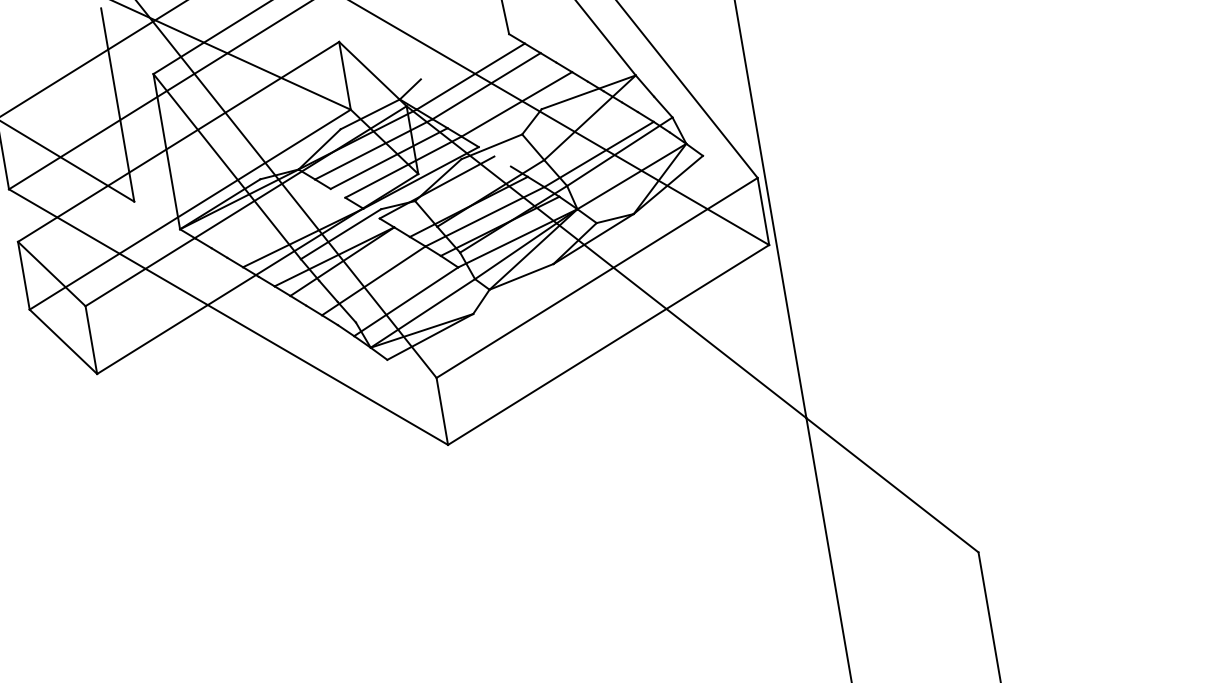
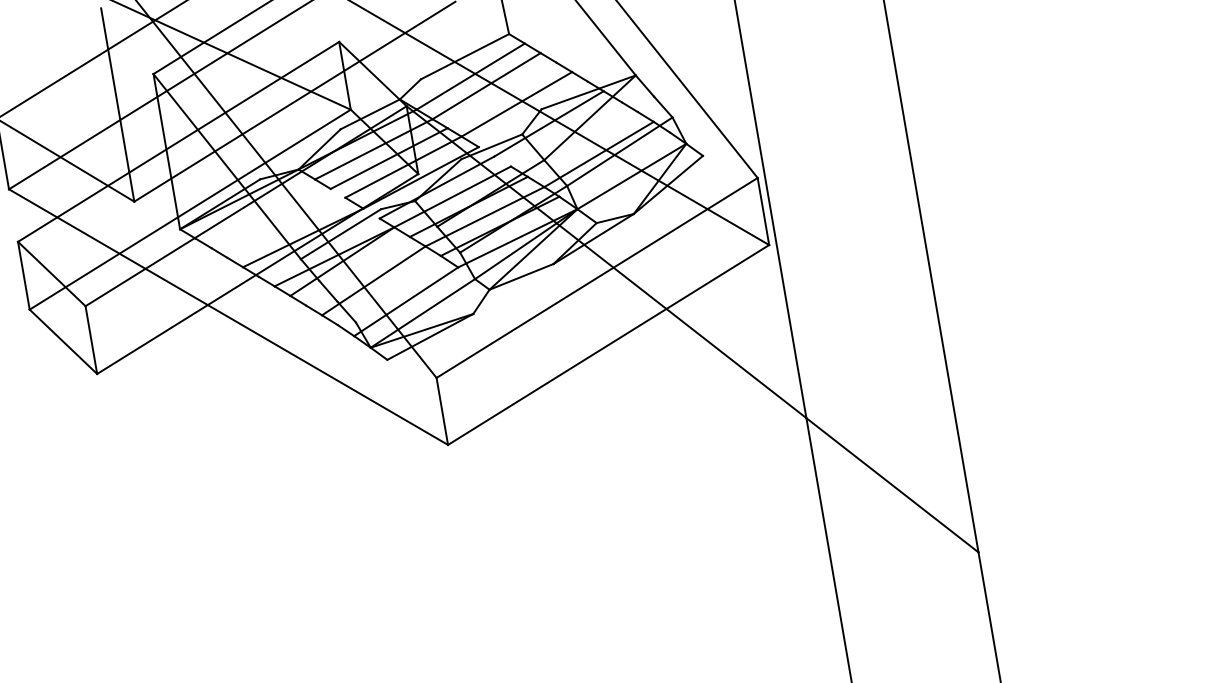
line at (464, 56): none -> present
line at (294, 101): none -> present
line at (548, 123): none -> present
line at (452, 196): none -> present
line at (931, 277): none -> present
